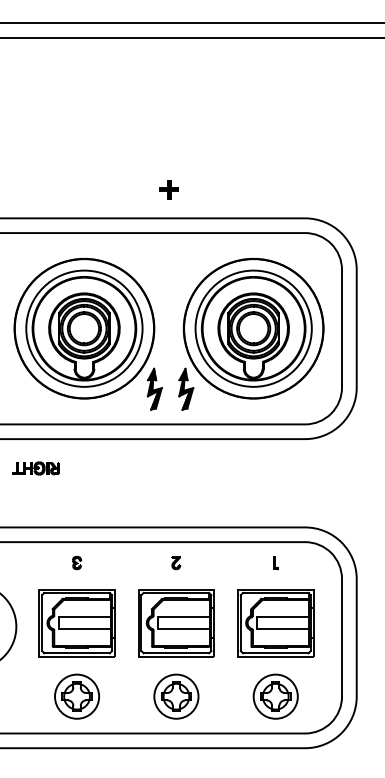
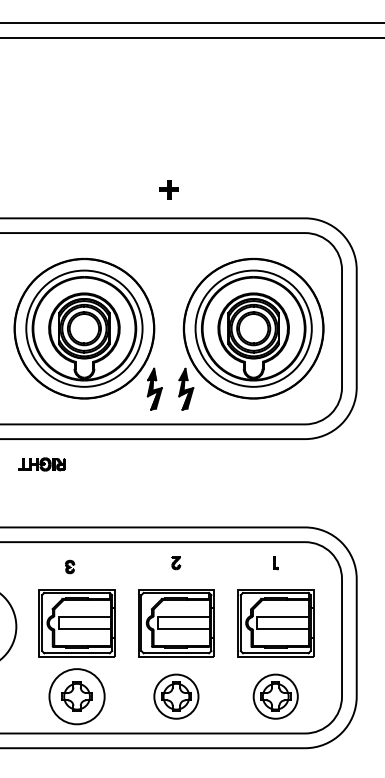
part at (35, 468) position: (35, 468) -> (41, 464)
part at (77, 562) position: (77, 562) -> (70, 566)
circle at (77, 696) diameter: 44 px -> 55 px
